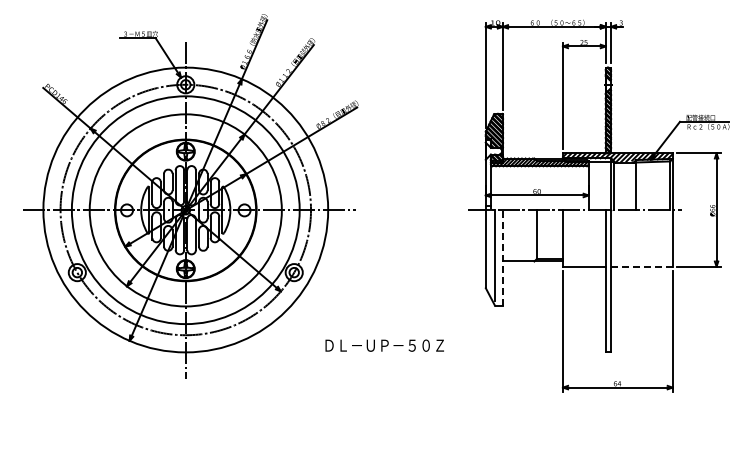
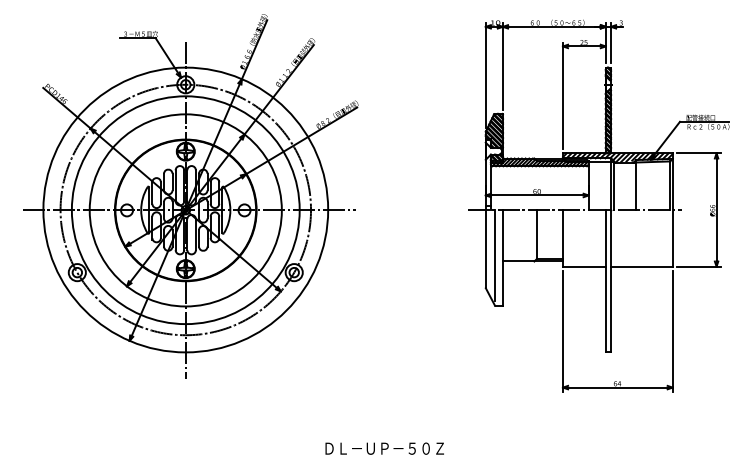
line at (502, 257): dashed -> solid
line at (641, 266): dashed -> solid
text at (384, 345) position: (384, 345) -> (384, 448)
